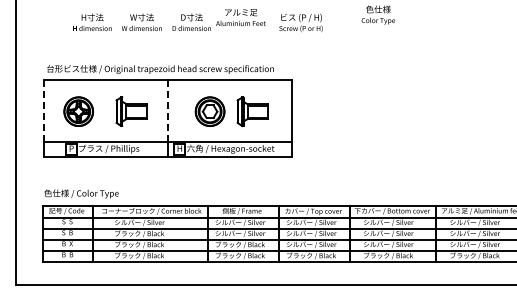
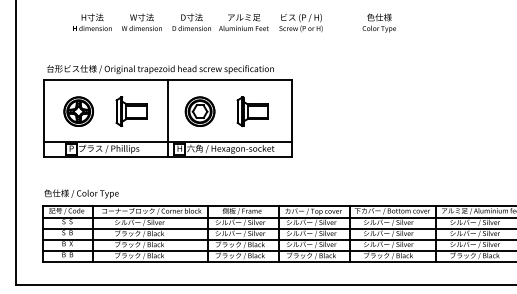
text at (377, 14) position: (377, 14) -> (378, 22)
text at (240, 17) position: (240, 17) -> (243, 22)
line at (43, 110): dashed -> solid
line at (167, 111): dashed -> solid
part at (209, 111) position: (209, 111) -> (199, 111)
